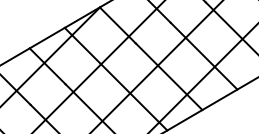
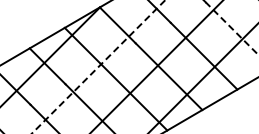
line at (231, 28): solid -> dashed
line at (98, 66): solid -> dashed
